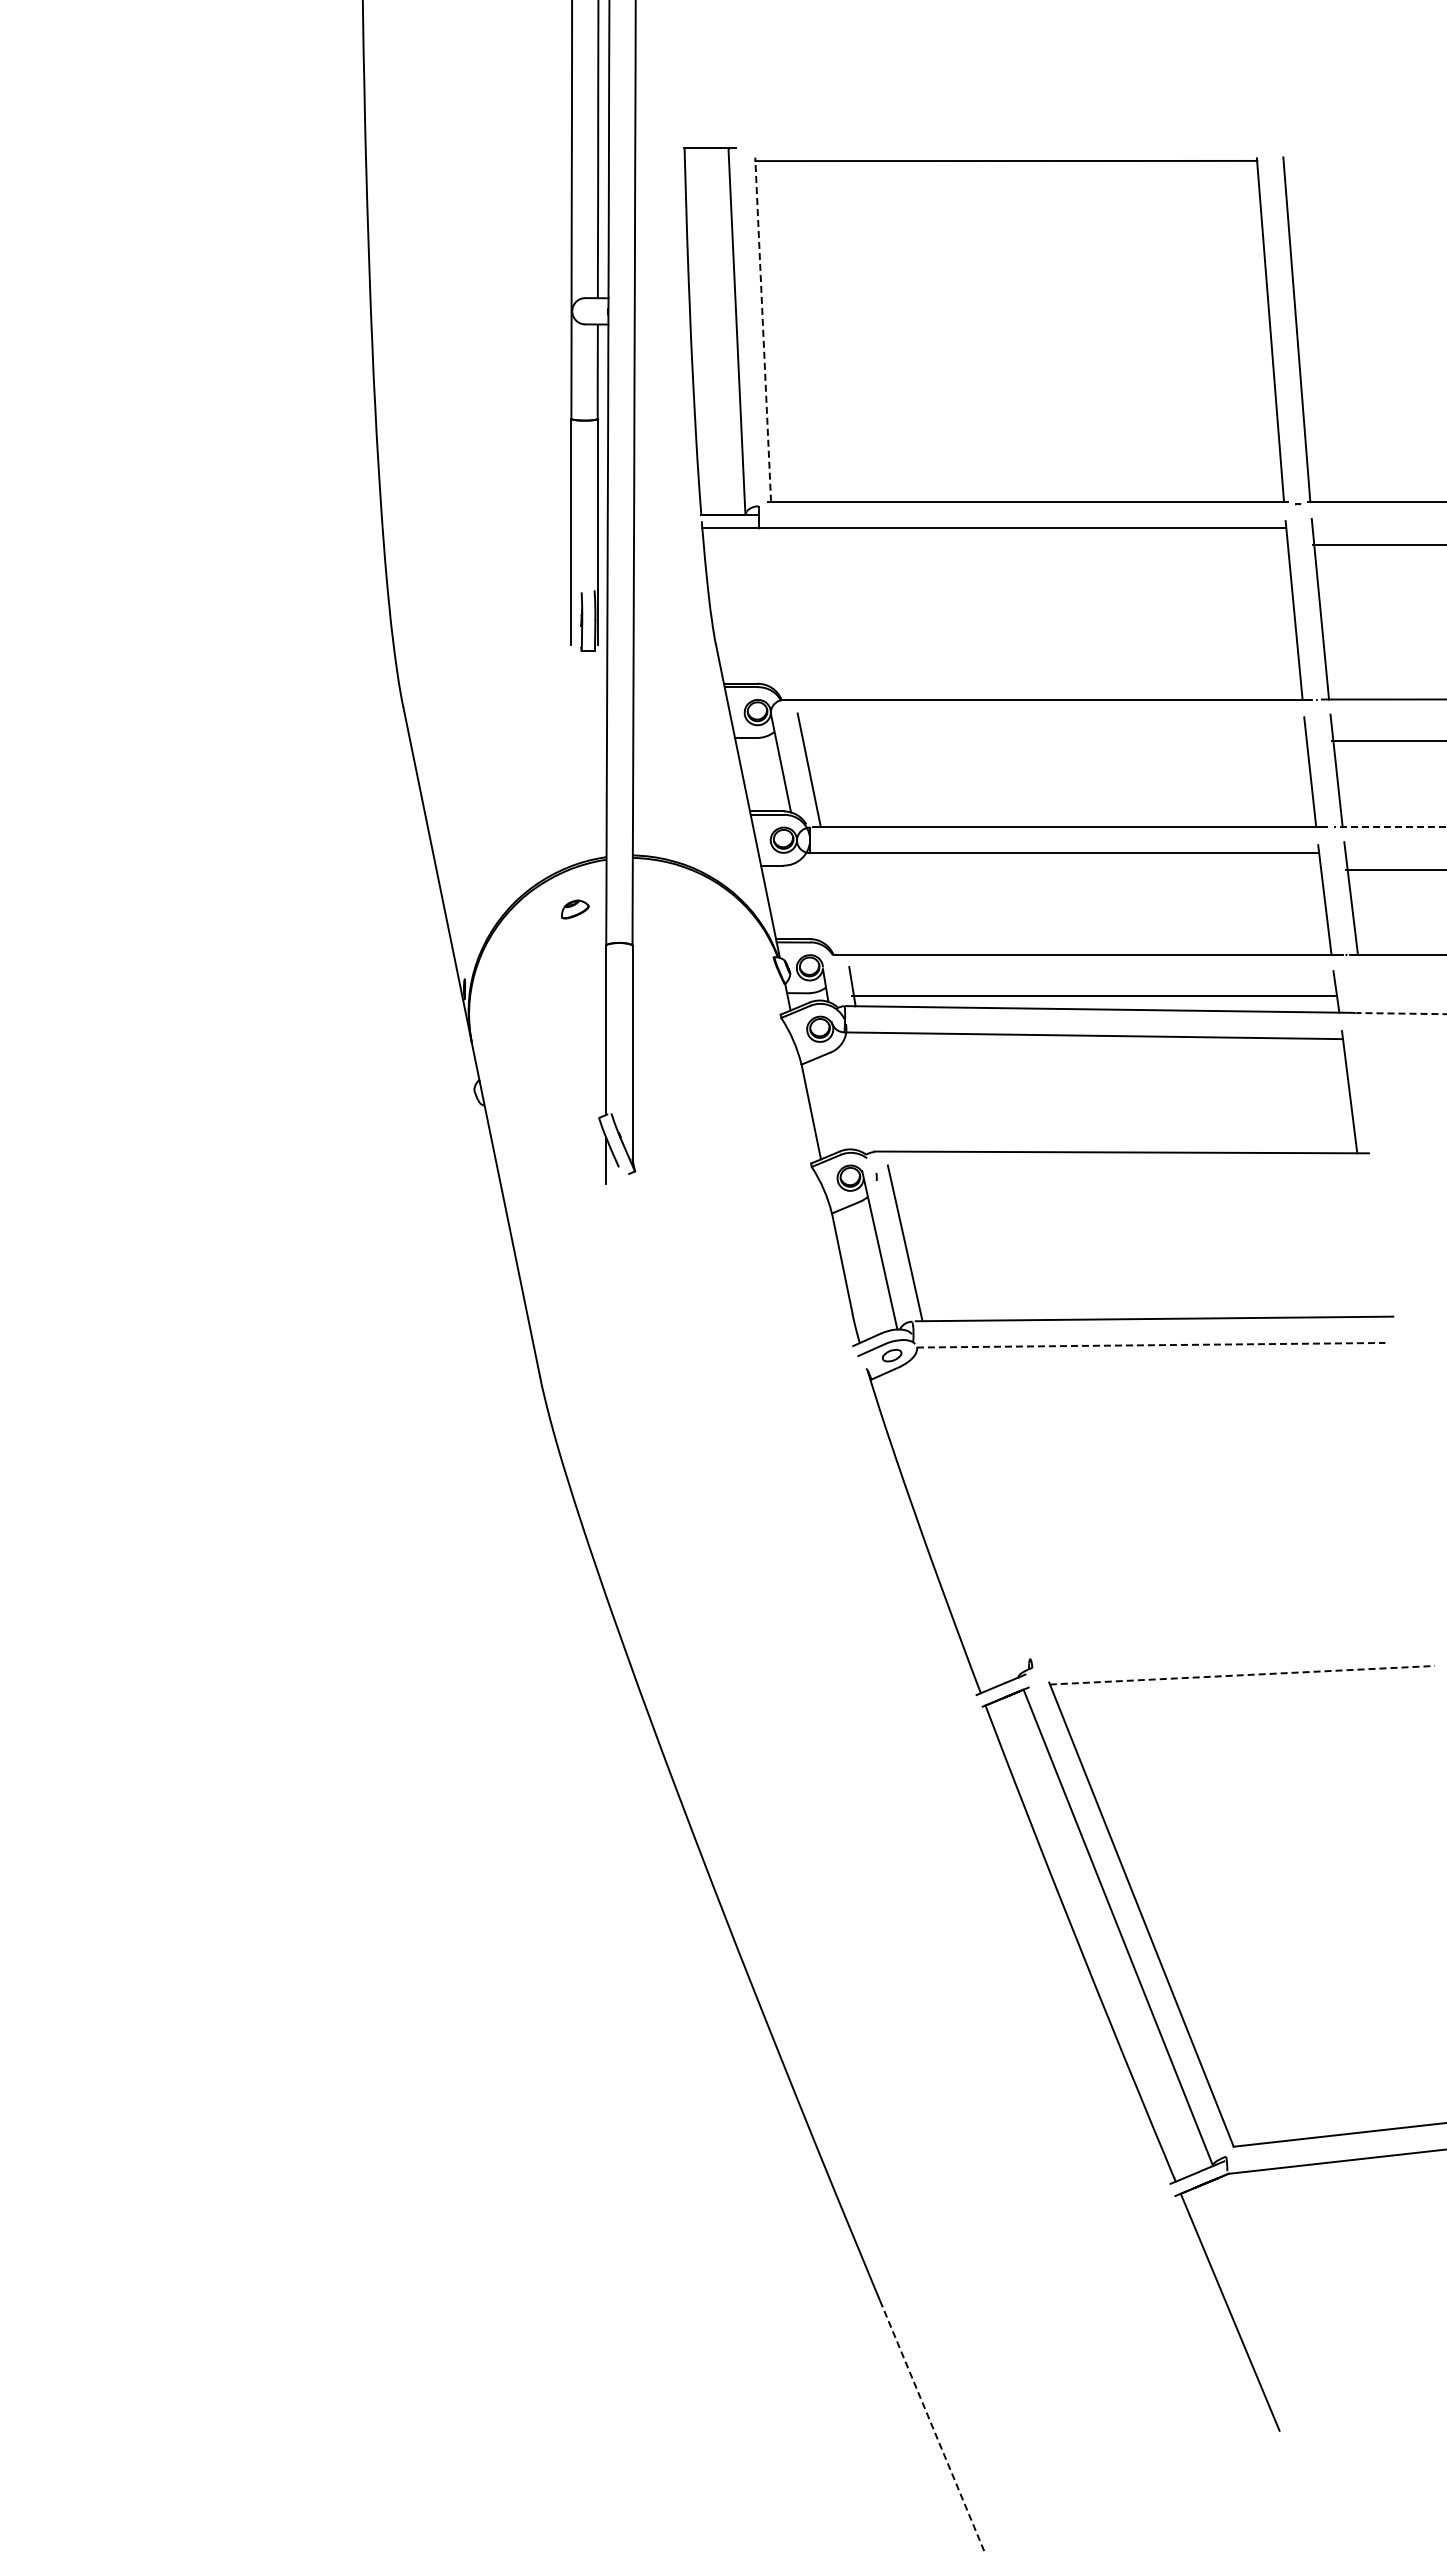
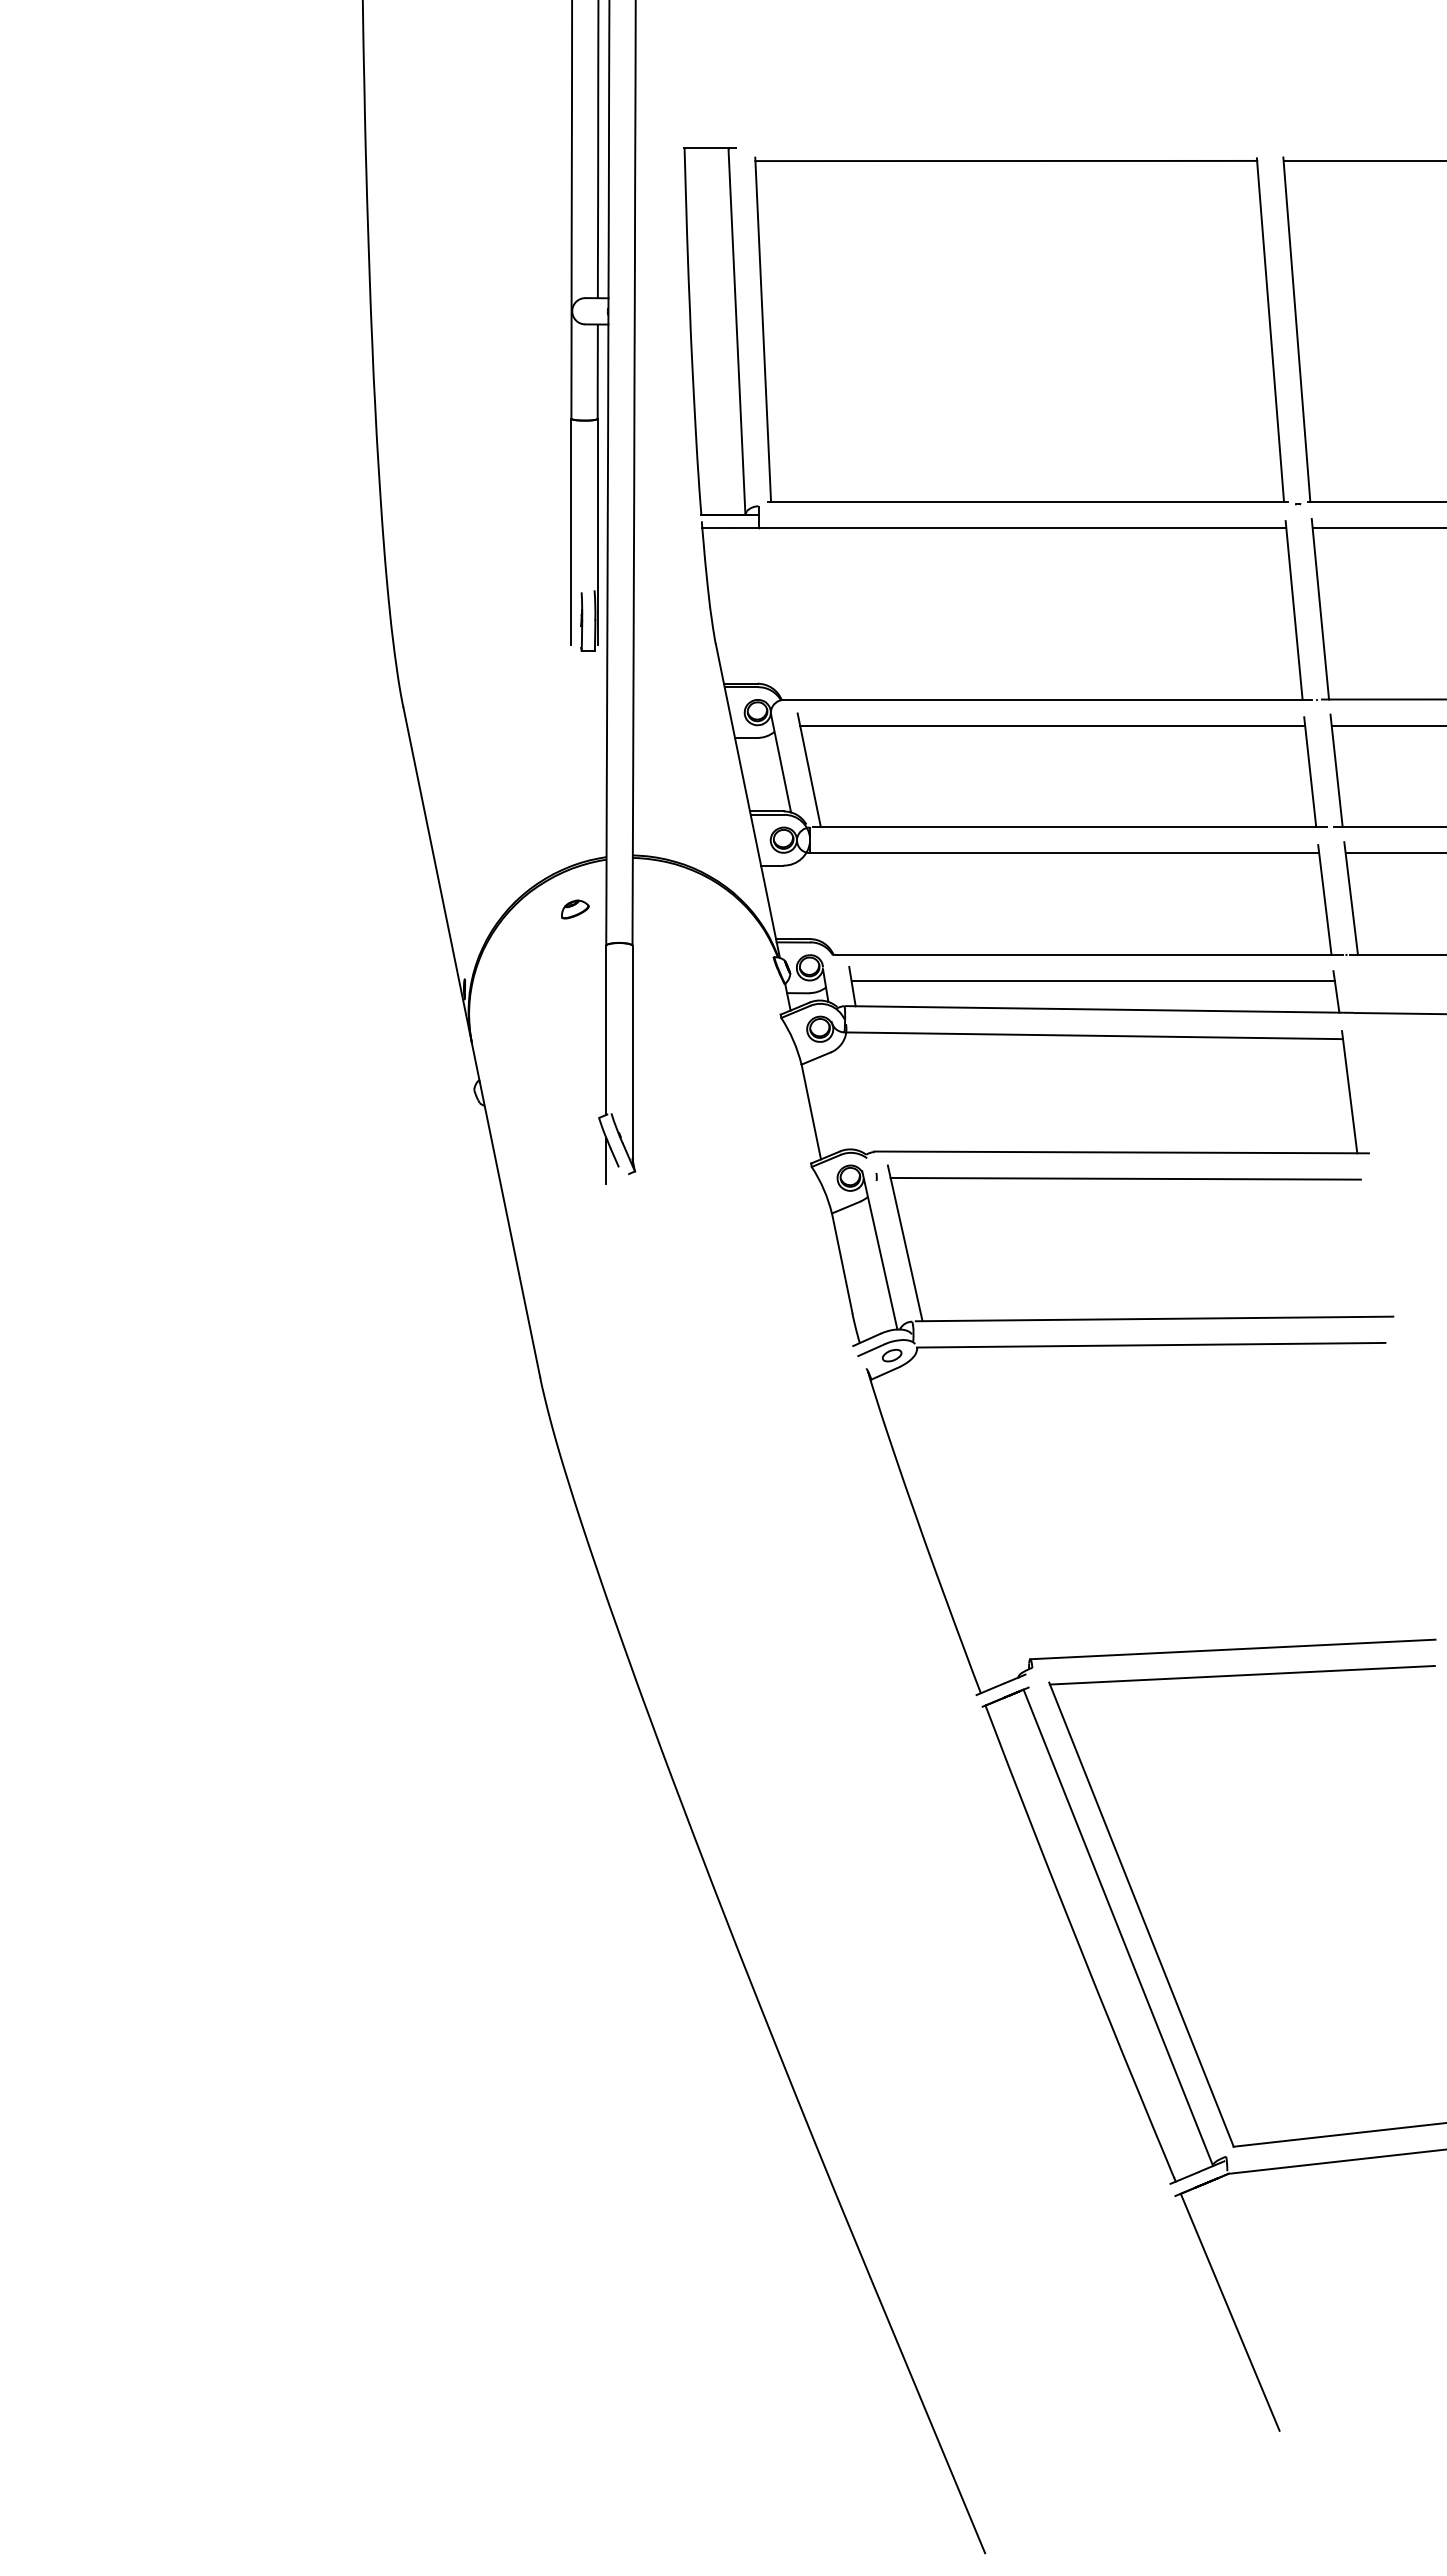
line at (1363, 160): none -> present
line at (763, 329): dashed -> solid
line at (1377, 544) position: (1377, 544) -> (1377, 527)
line at (1052, 725): none -> present
line at (1387, 740) position: (1387, 740) -> (1387, 725)
line at (1390, 827): dashed -> solid
line at (1394, 870) position: (1394, 870) -> (1394, 853)
line at (1092, 995) position: (1092, 995) -> (1092, 980)
line at (1401, 1013): dashed -> solid
line at (1125, 1178): none -> present
line at (1151, 1345): dashed -> solid
line at (1232, 1649): none -> present
line at (1242, 1675): dashed -> solid
line at (932, 2427): dashed -> solid
